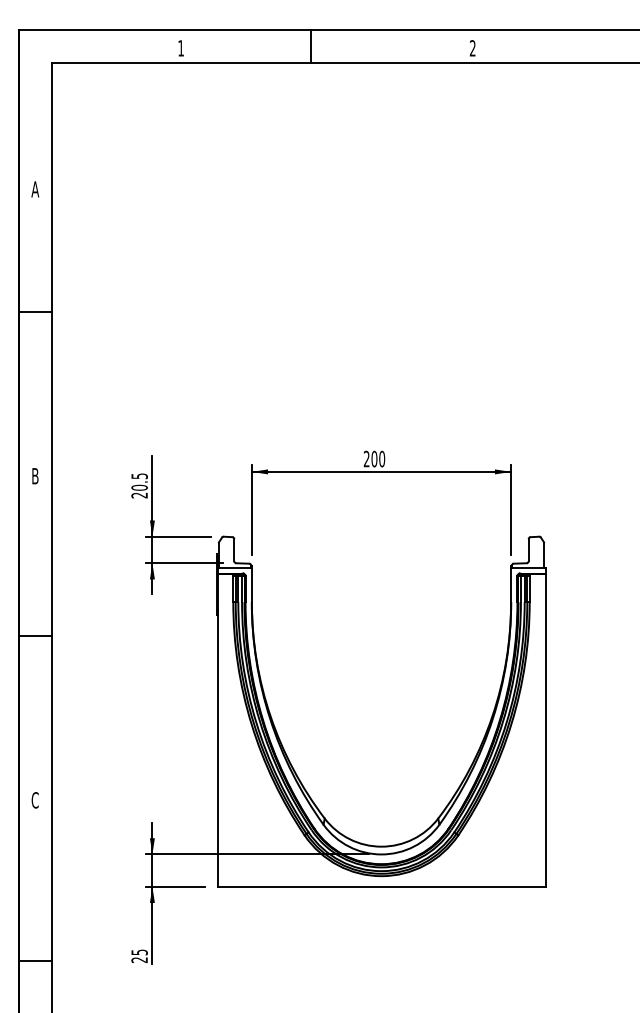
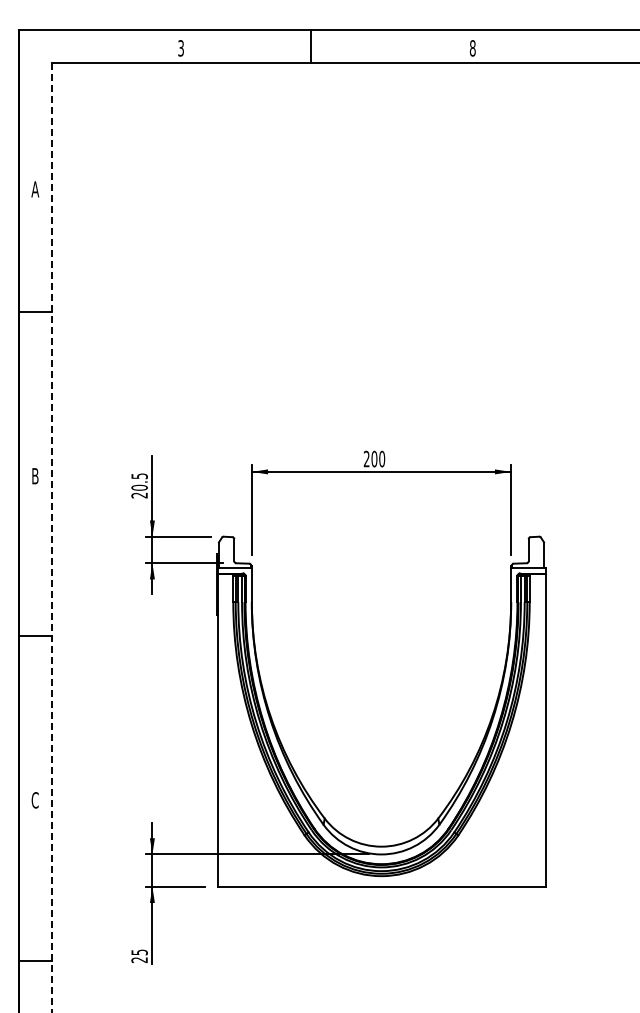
text at (180, 48): 1 -> 3
text at (472, 48): 2 -> 8
line at (51, 537): solid -> dashed
